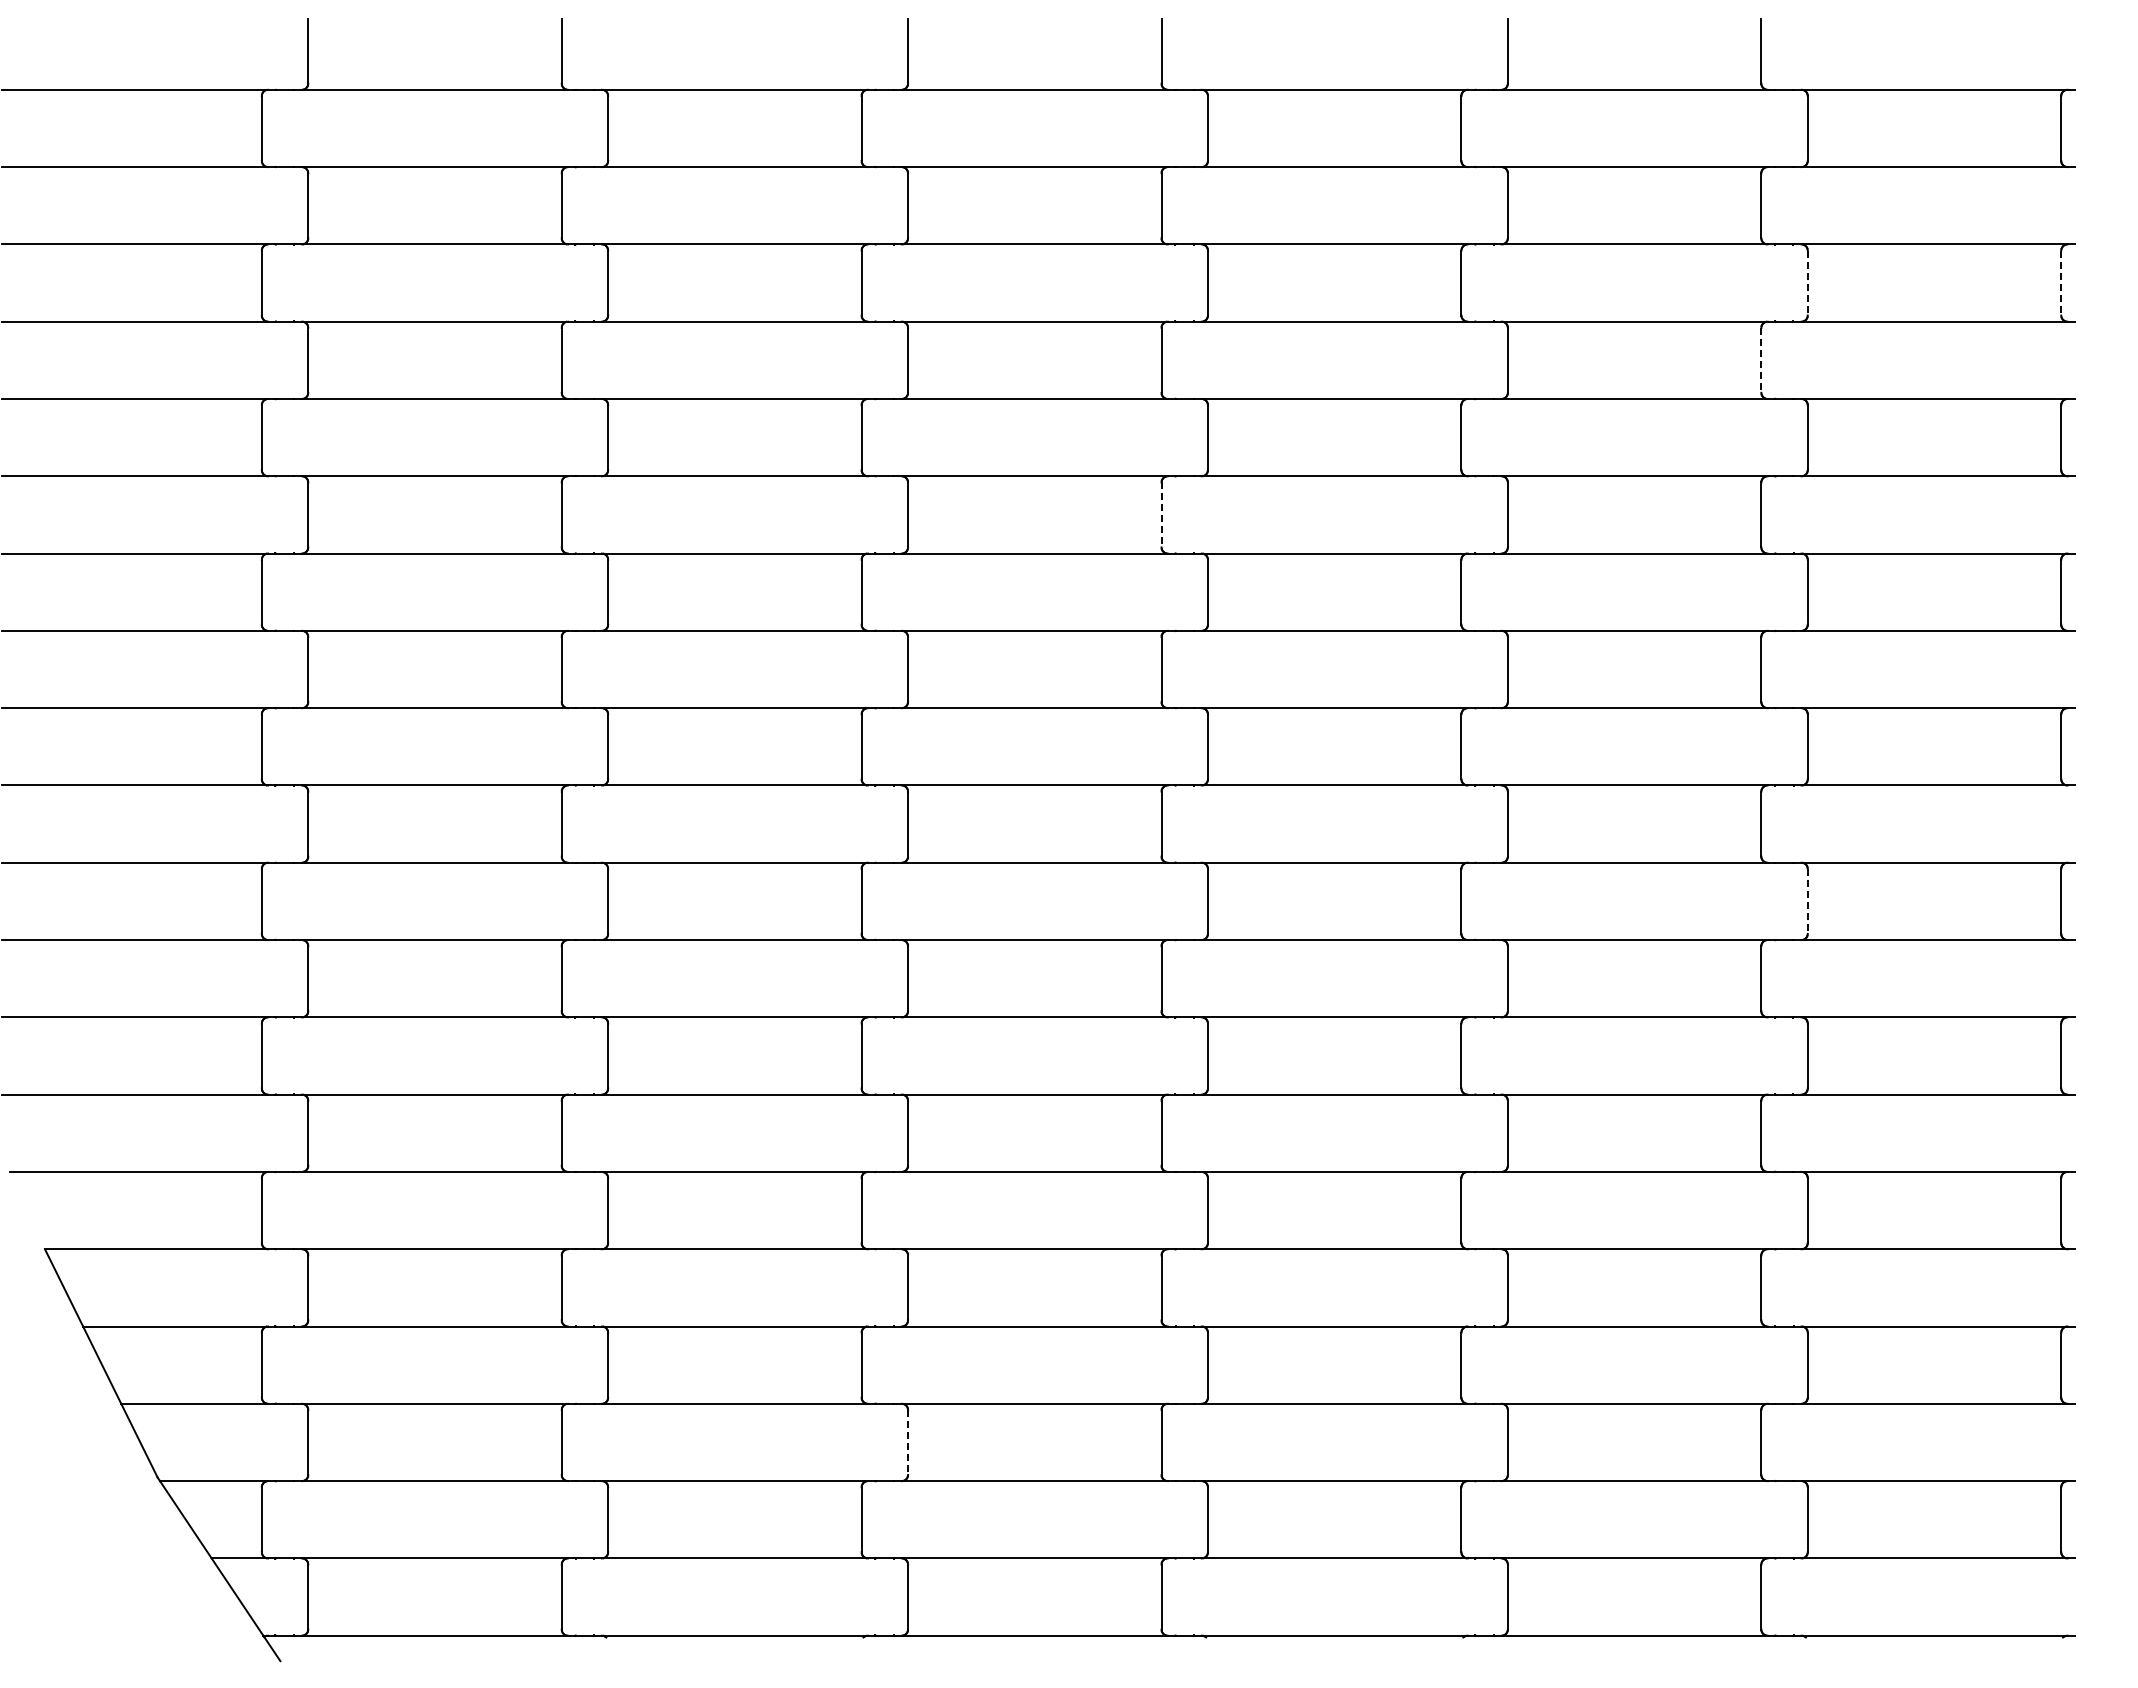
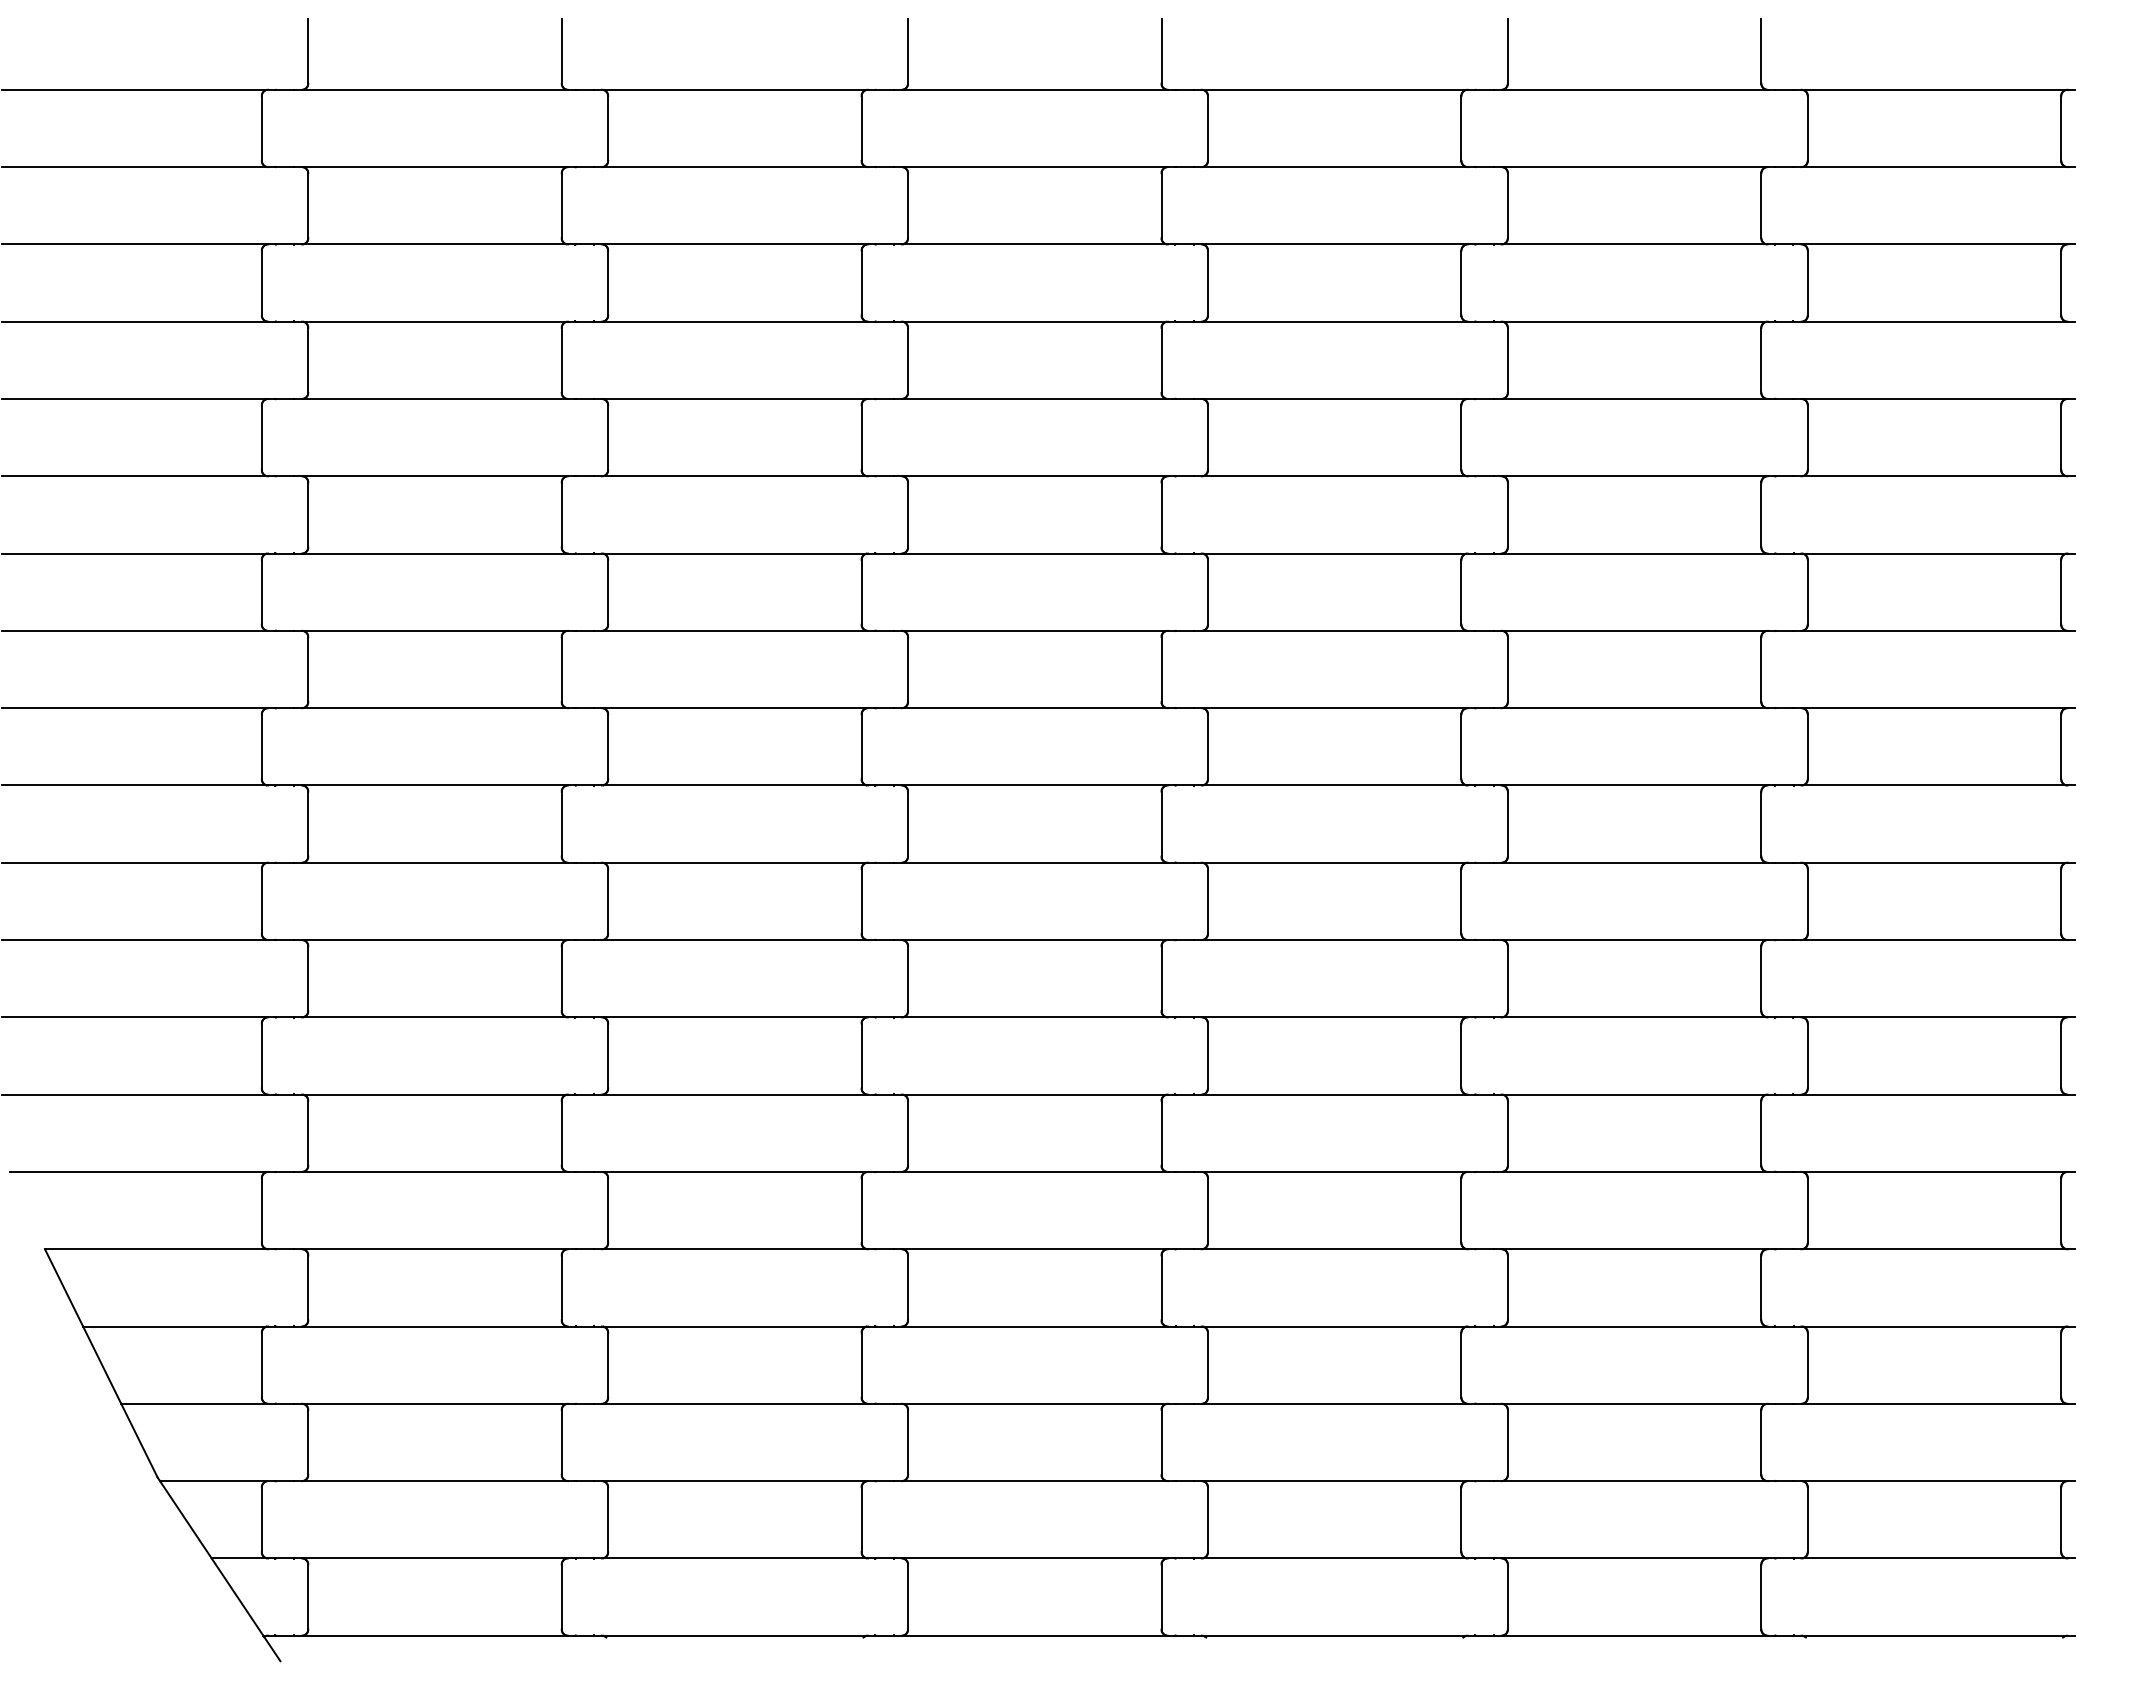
line at (1807, 283): dashed -> solid
line at (2061, 283): dashed -> solid
line at (1761, 360): dashed -> solid
line at (1161, 515): dashed -> solid
line at (1807, 901): dashed -> solid
line at (908, 1442): dashed -> solid
